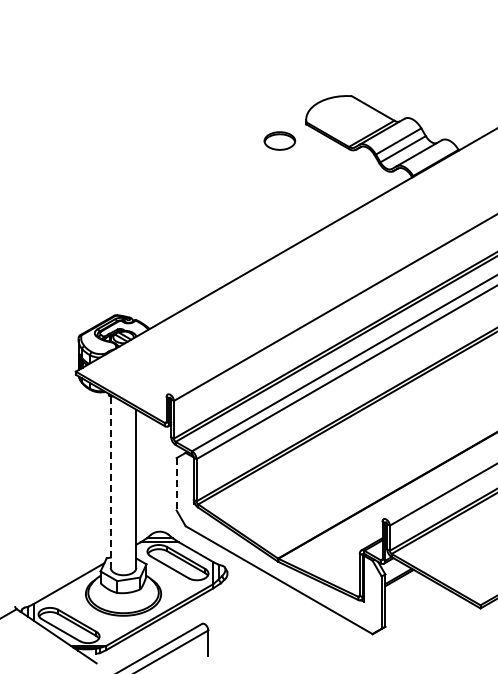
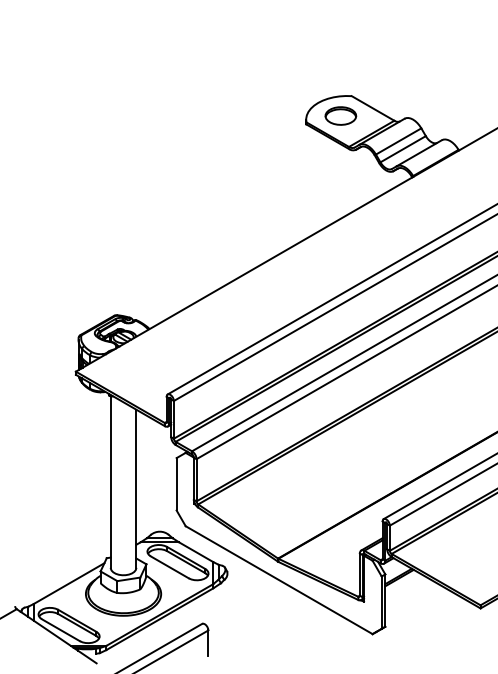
part at (279, 140) position: (279, 140) -> (340, 115)
line at (330, 299): none -> present
line at (110, 482): dashed -> solid
line at (176, 484): dashed -> solid
line at (438, 487): none -> present
